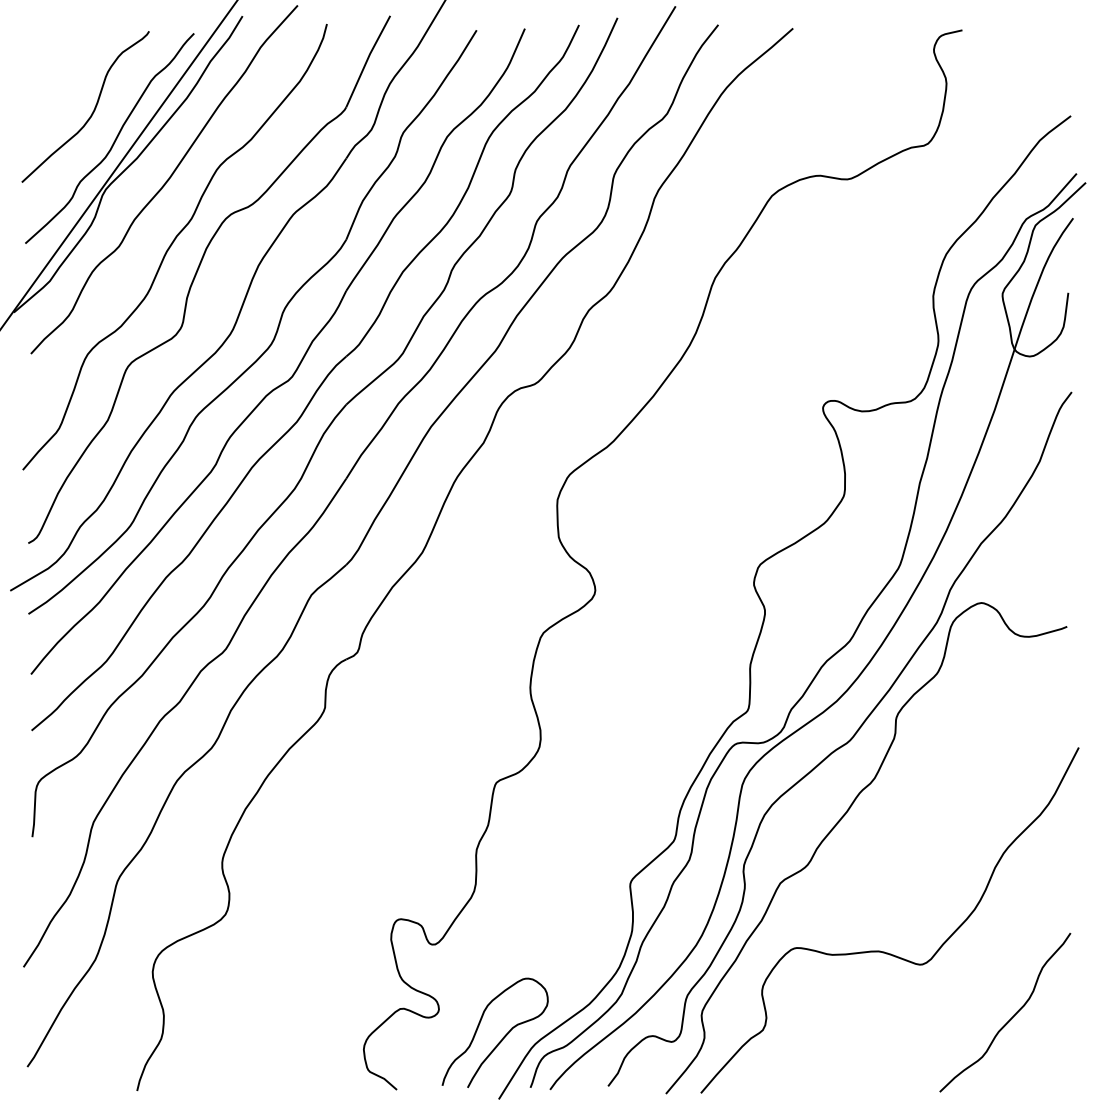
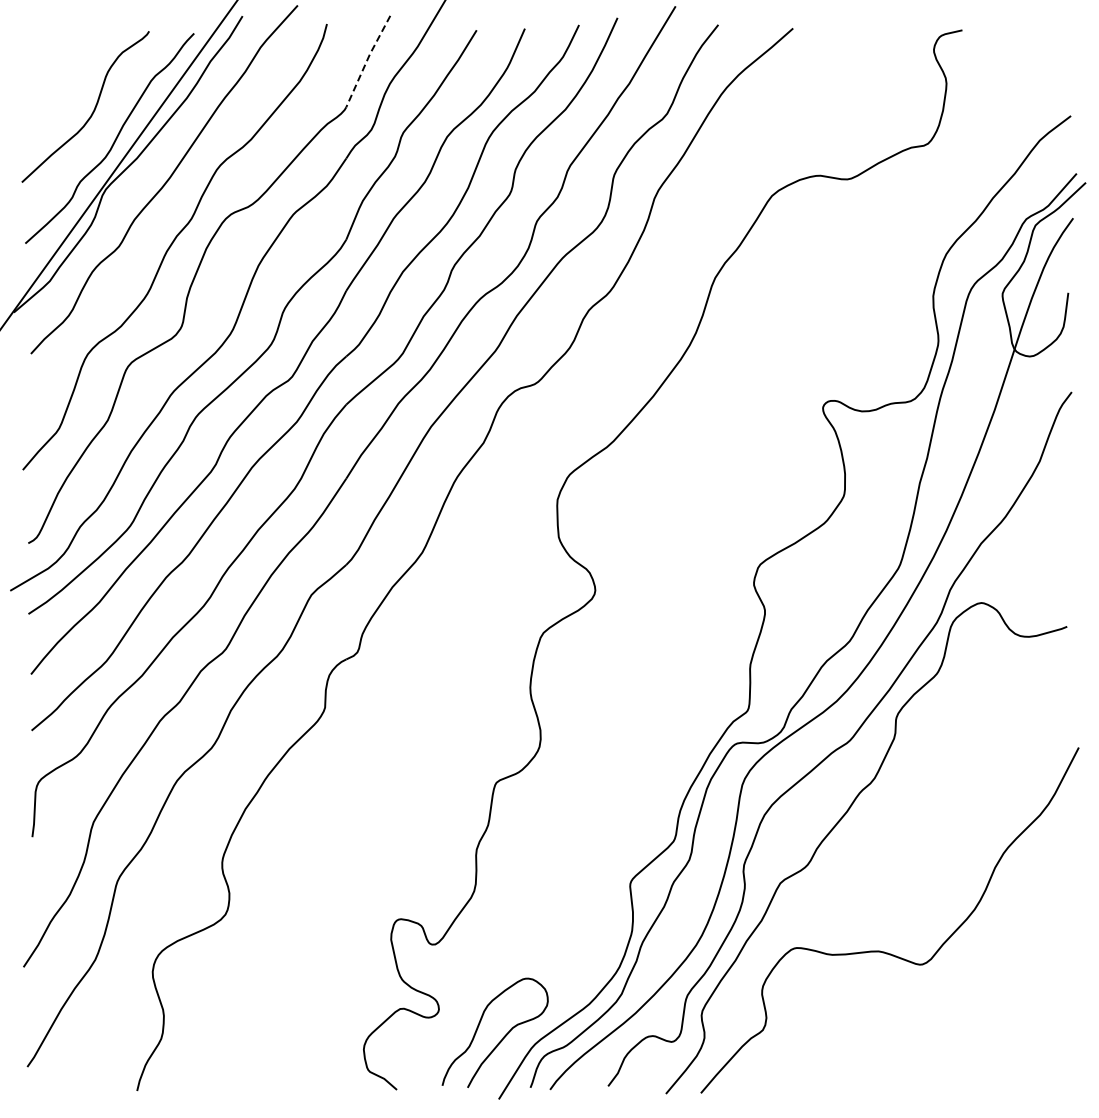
line at (367, 60): solid -> dashed
curve at (1011, 1017): present -> none
